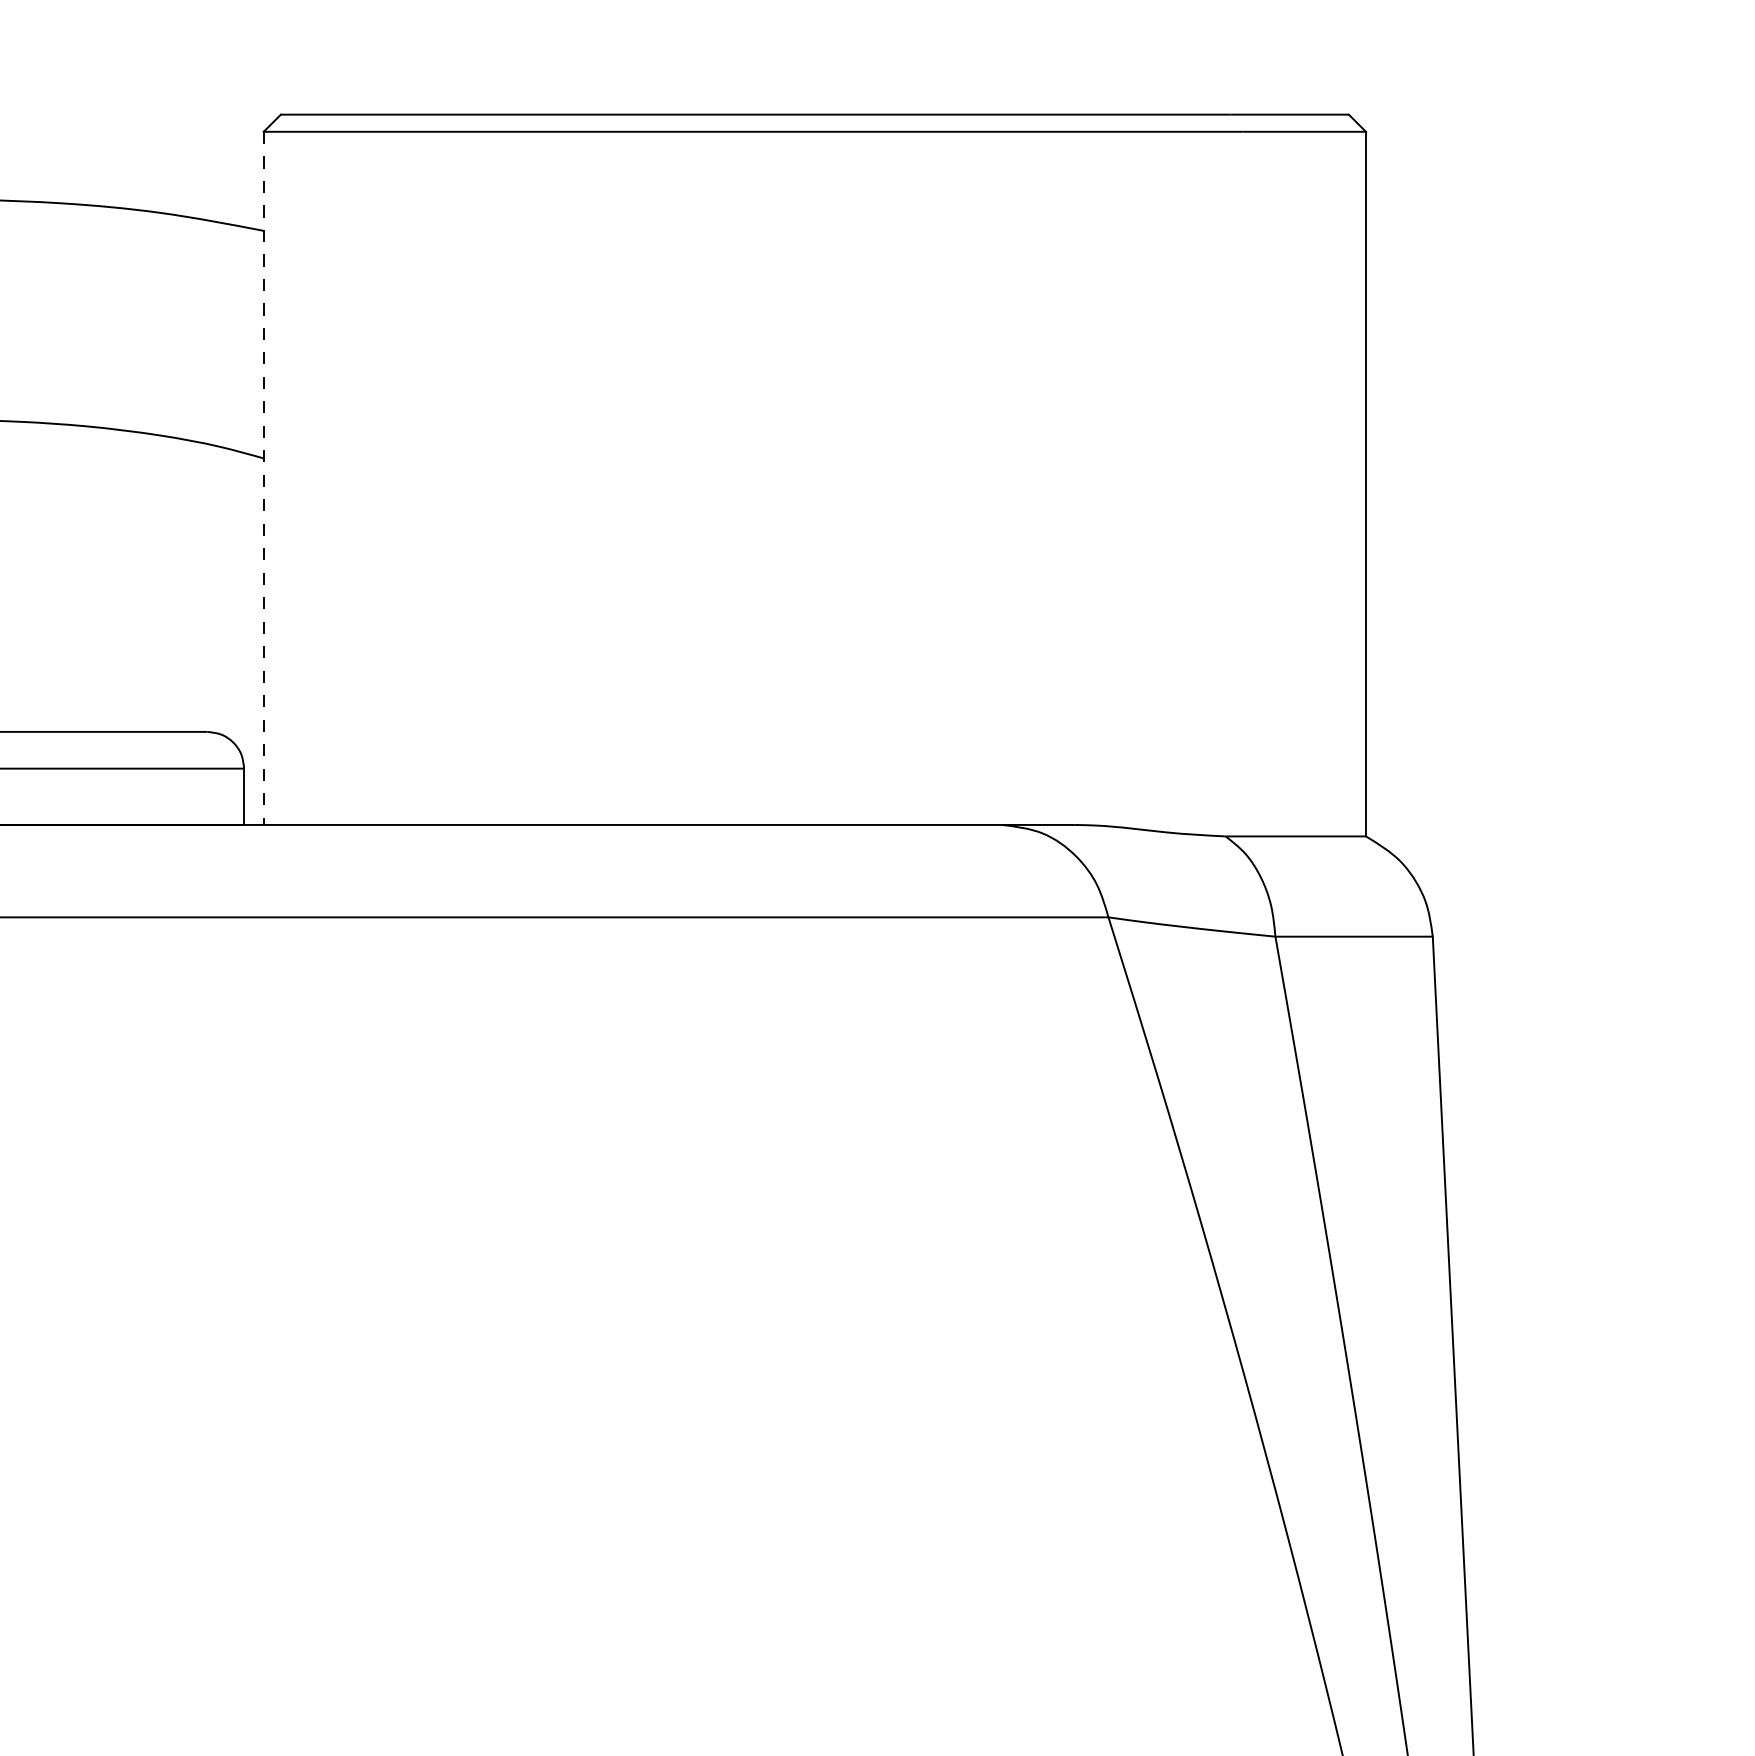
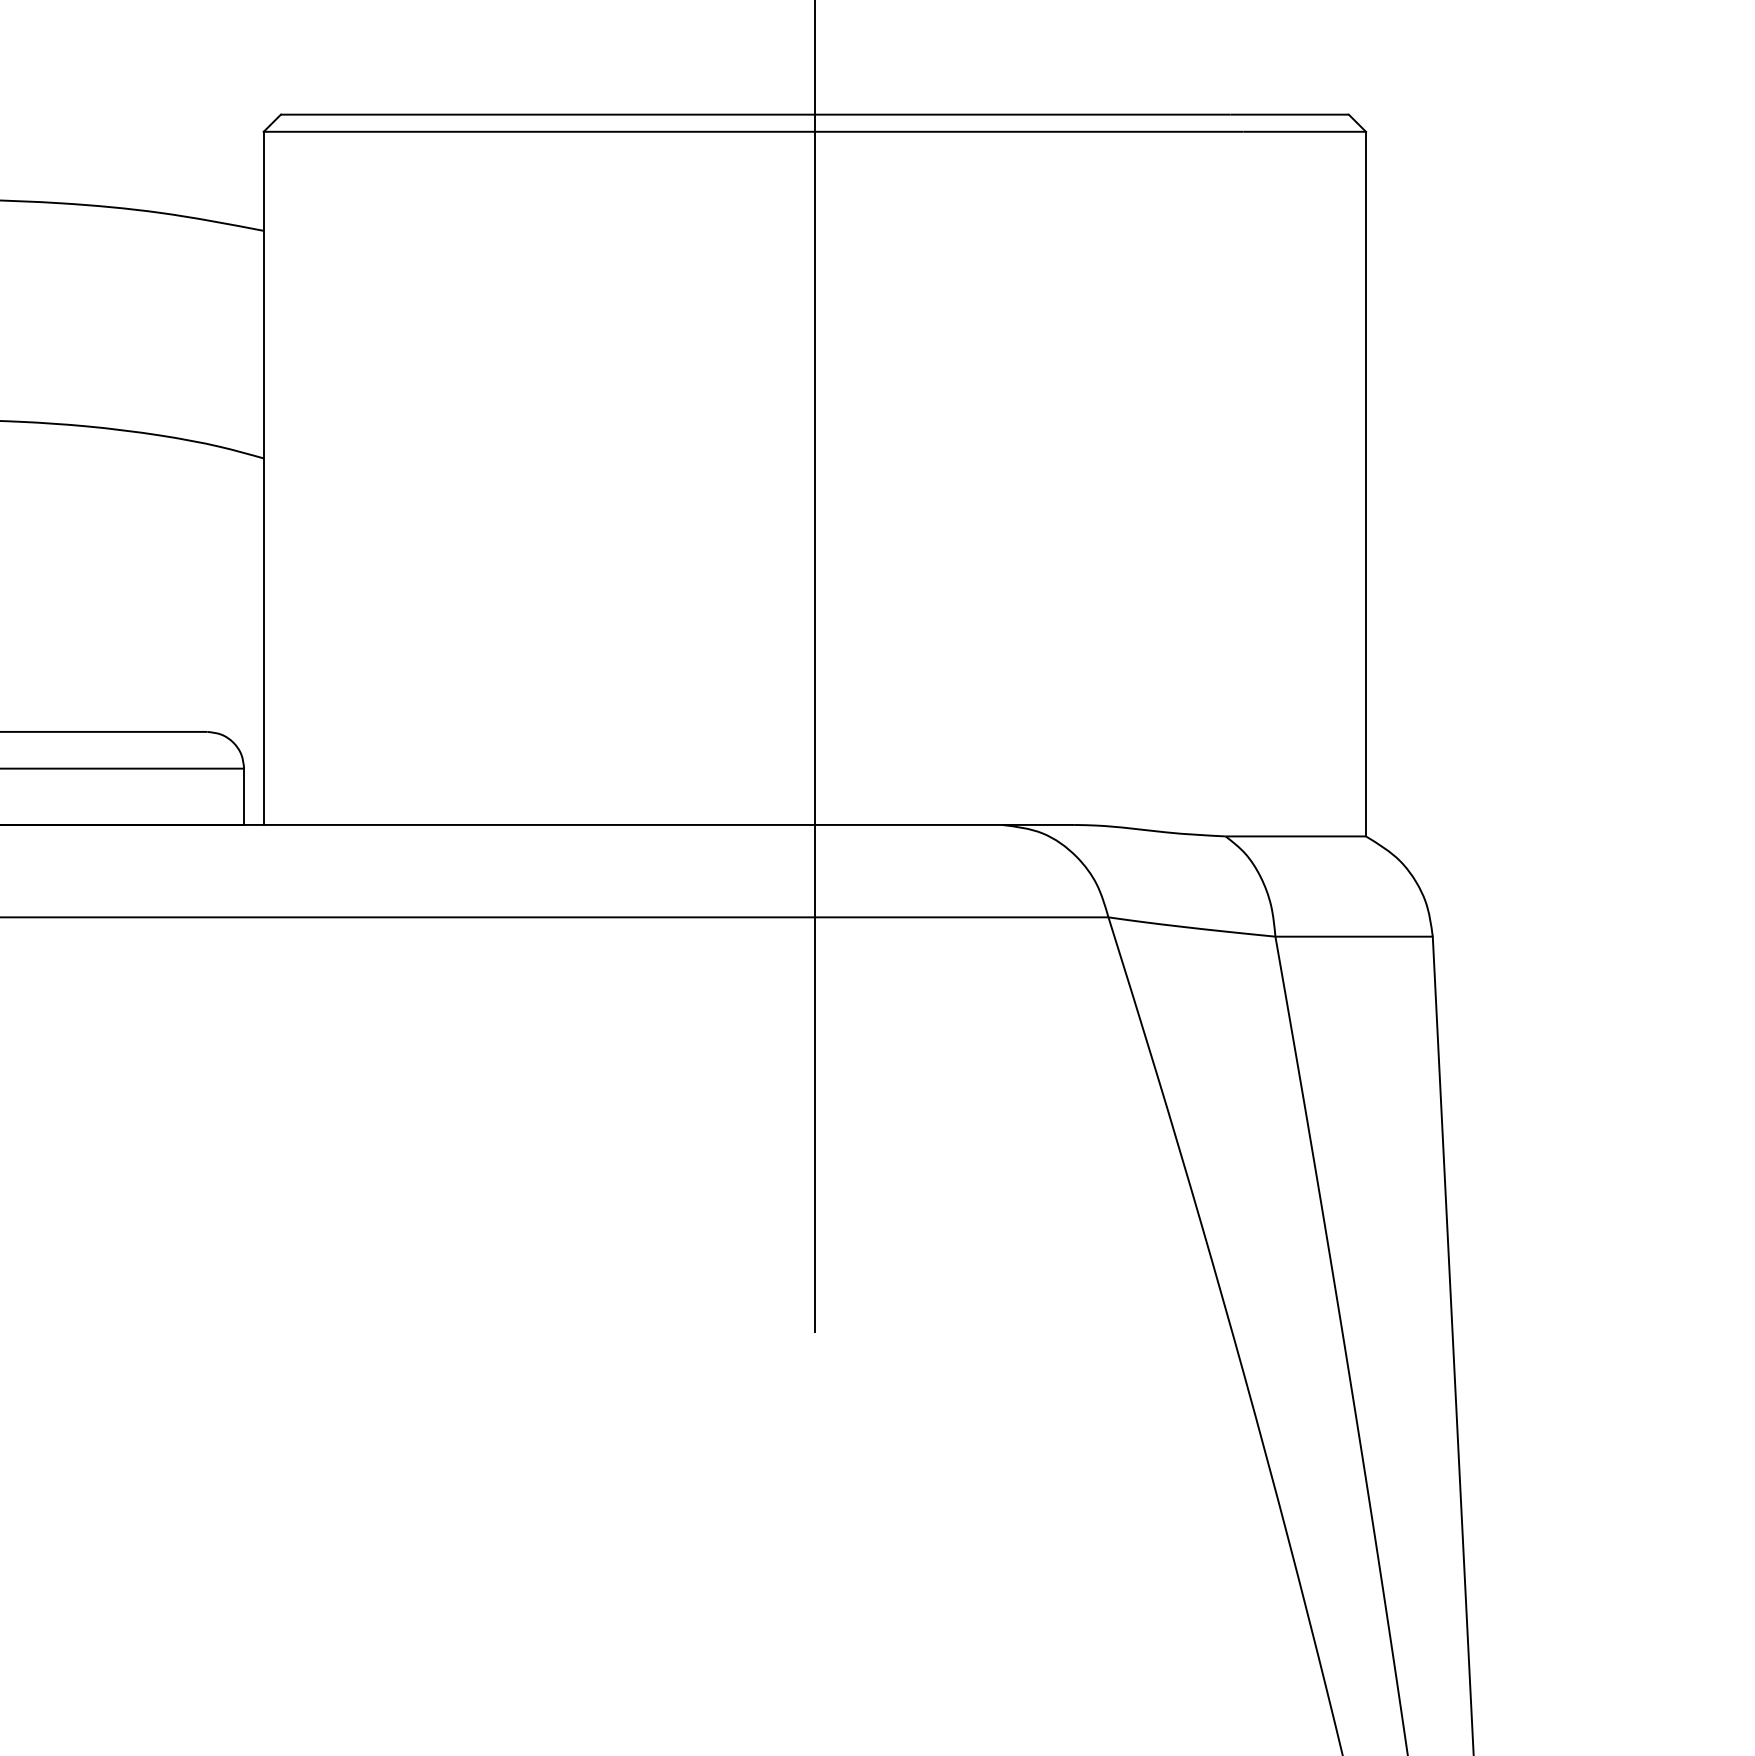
line at (263, 478): dashed -> solid
line at (814, 667): none -> present
